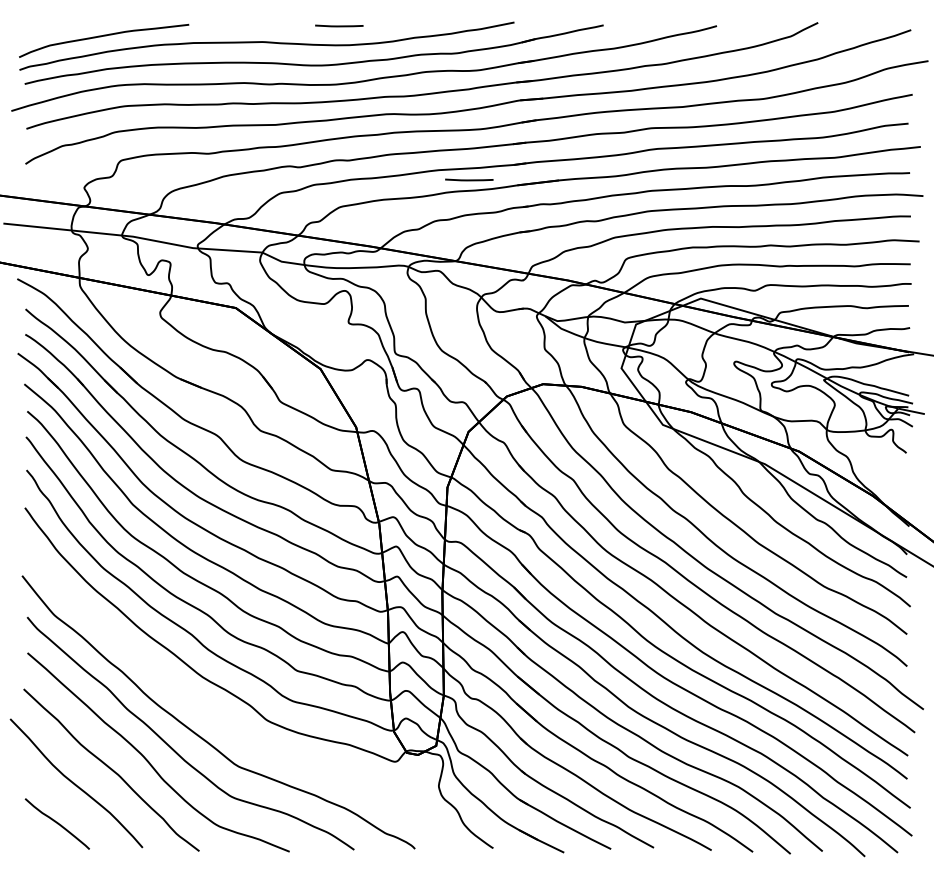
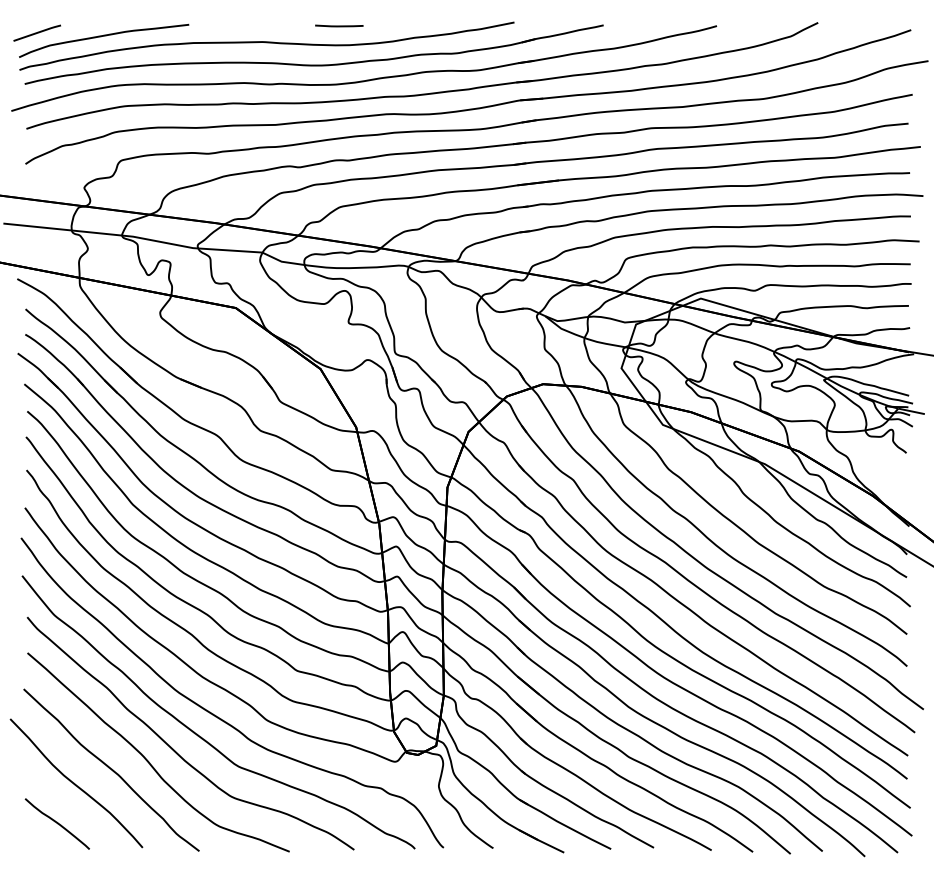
line at (36, 32): none -> present
line at (469, 179): present -> none
curve at (218, 716): none -> present
